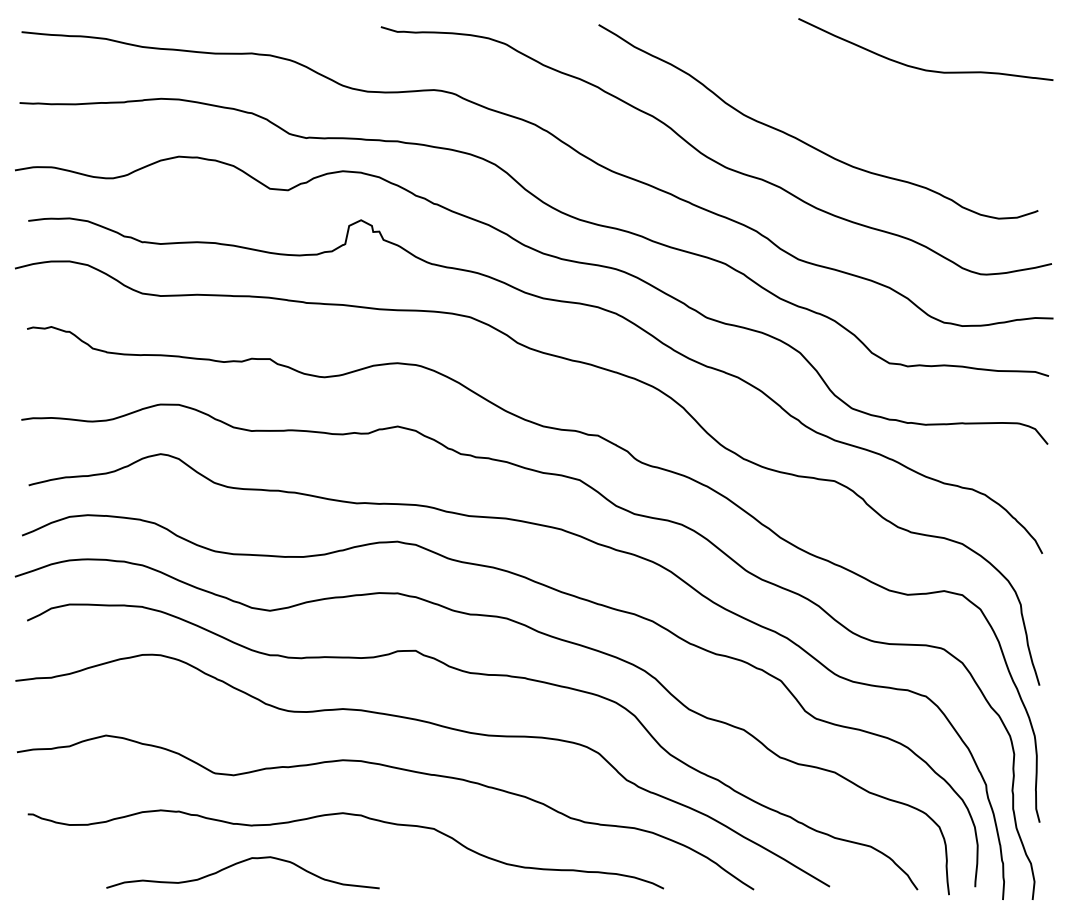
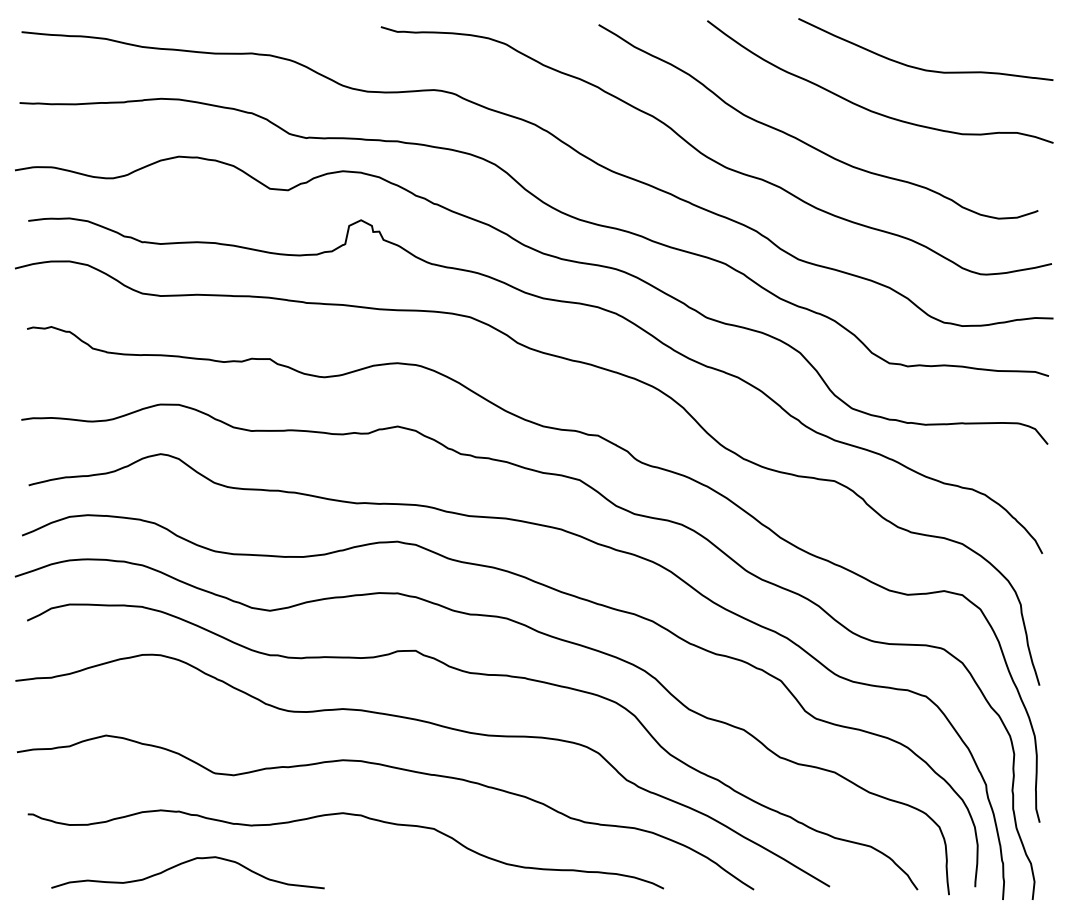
curve at (870, 109): none -> present
curve at (240, 863) position: (240, 863) -> (185, 863)
